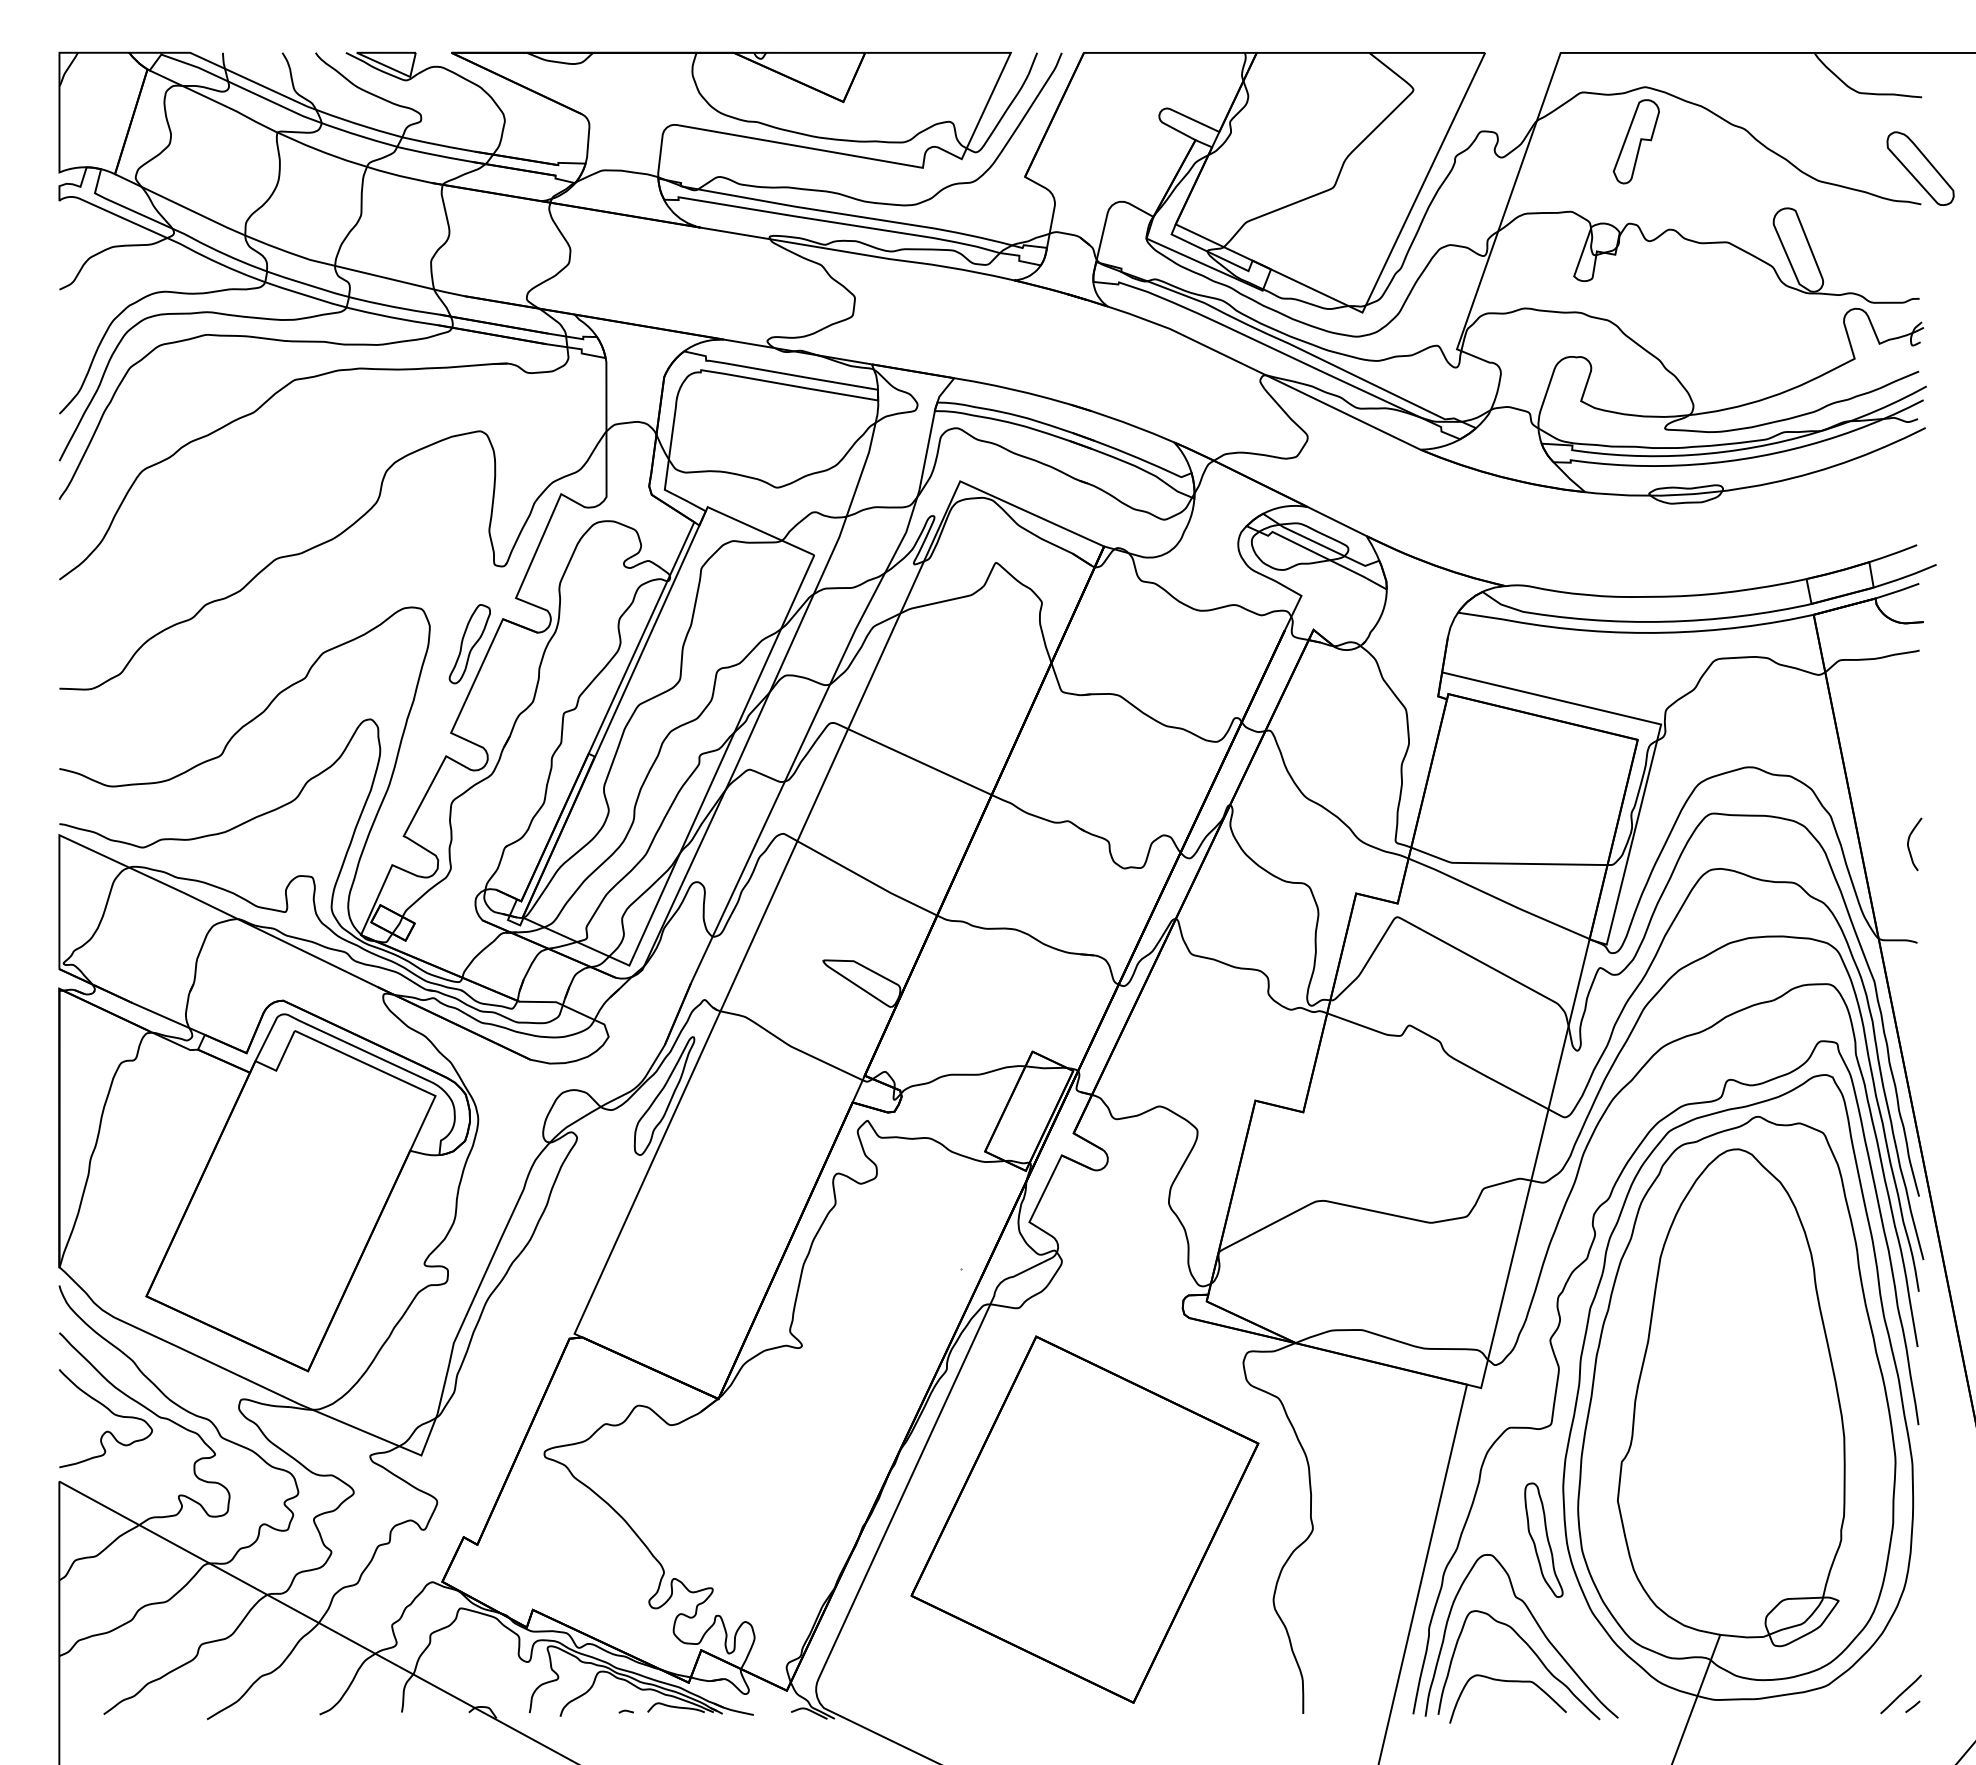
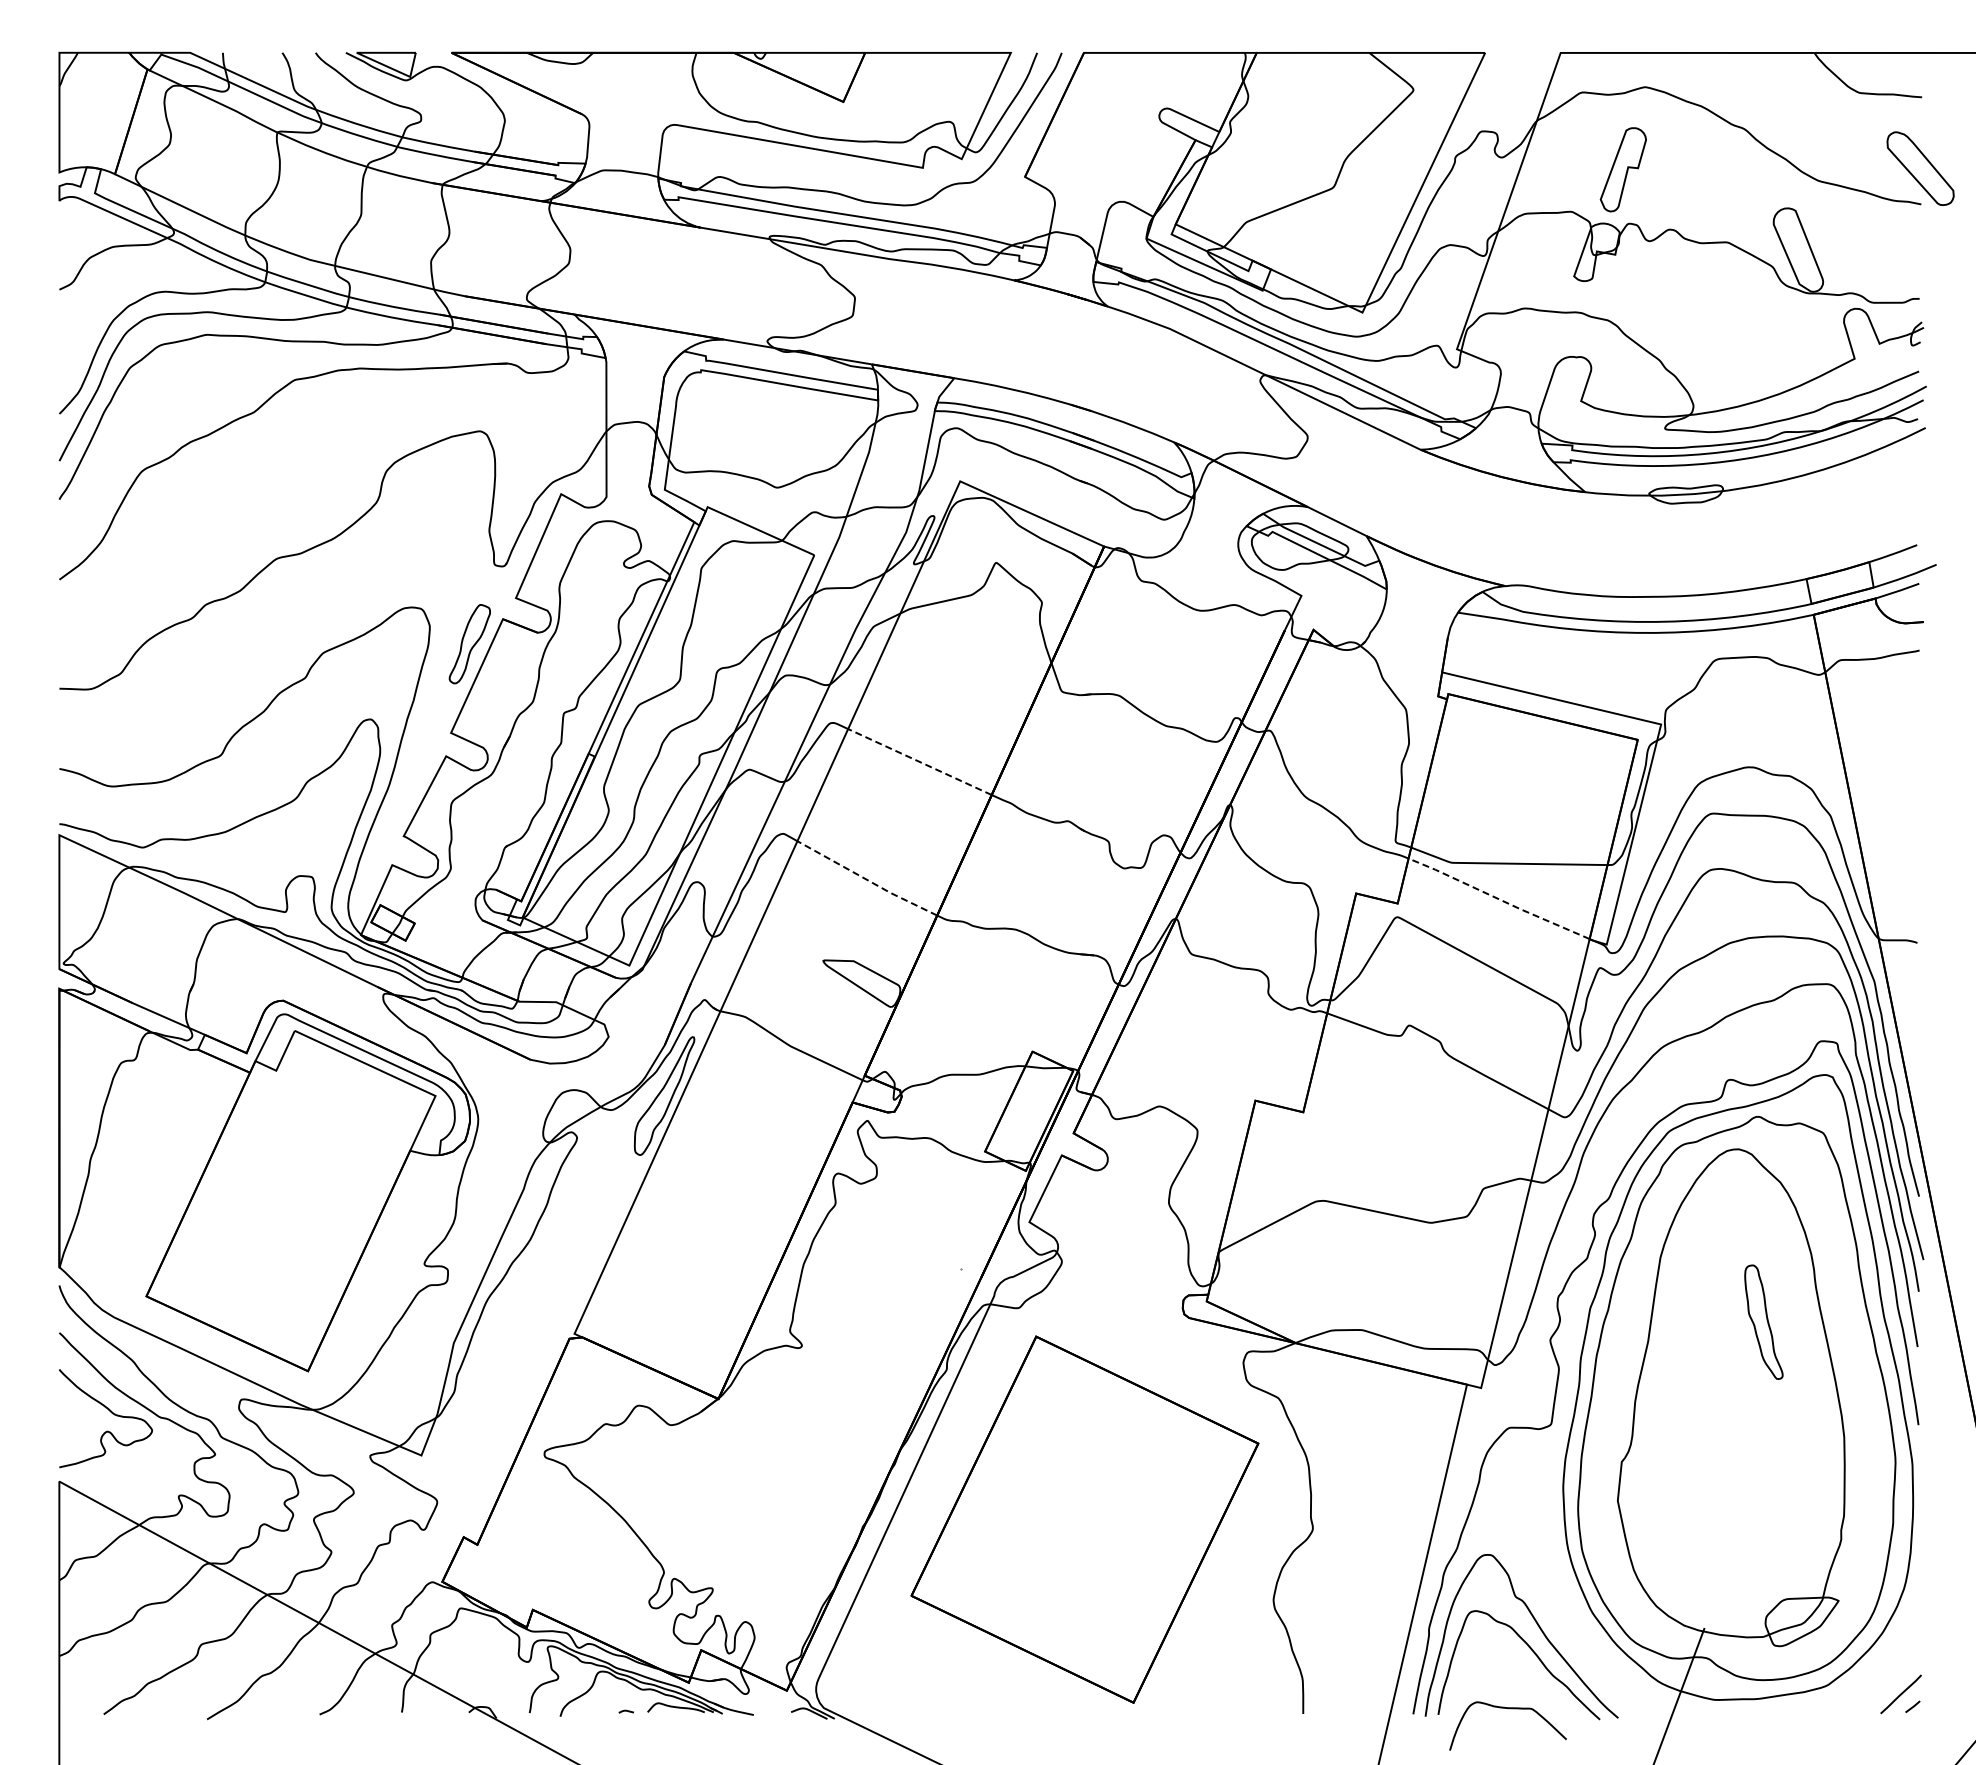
part at (1635, 141) position: (1635, 141) -> (1622, 169)
line at (919, 762): solid -> dashed
curve at (1909, 846): present -> none
line at (867, 880): solid -> dashed
line at (1498, 899): solid -> dashed
part at (1543, 1539) position: (1543, 1539) -> (1763, 1321)
curve at (1508, 1682) position: (1508, 1682) -> (1508, 1709)
line at (1696, 1697) position: (1696, 1697) -> (1679, 1694)
